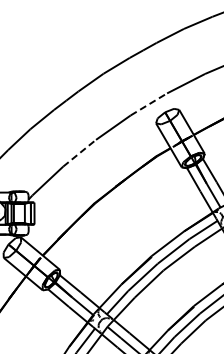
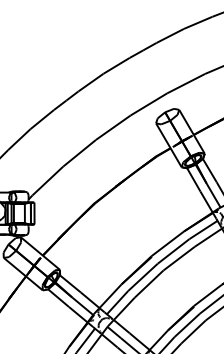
line at (149, 104): dashed -> solid
line at (80, 152): dashed -> solid
